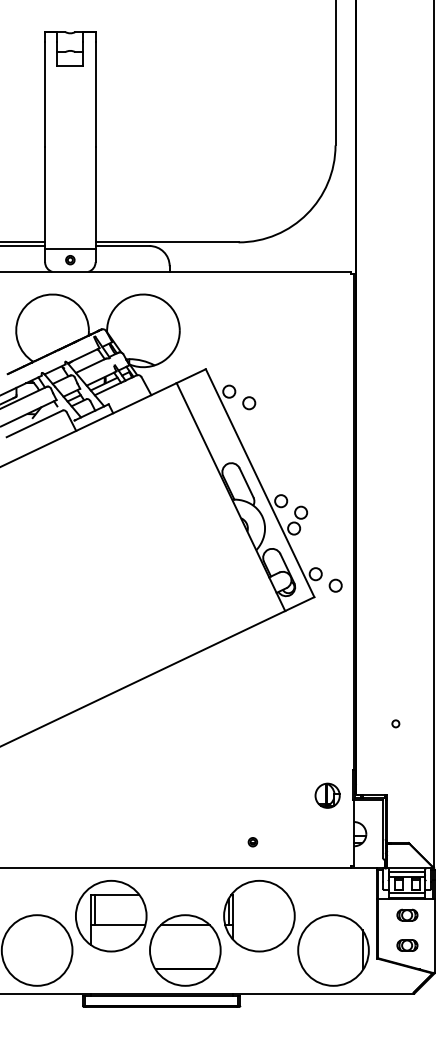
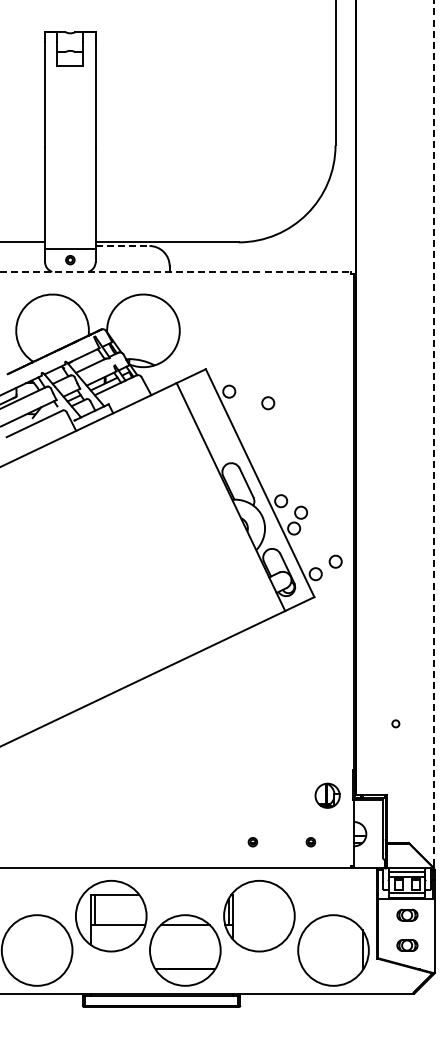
line at (23, 246): present -> none
line at (122, 246): solid -> dashed
line at (176, 271): solid -> dashed
circle at (249, 403) position: (249, 403) -> (268, 403)
line at (434, 434): solid -> dashed
circle at (335, 585) position: (335, 585) -> (335, 561)
part at (310, 842): none -> present
